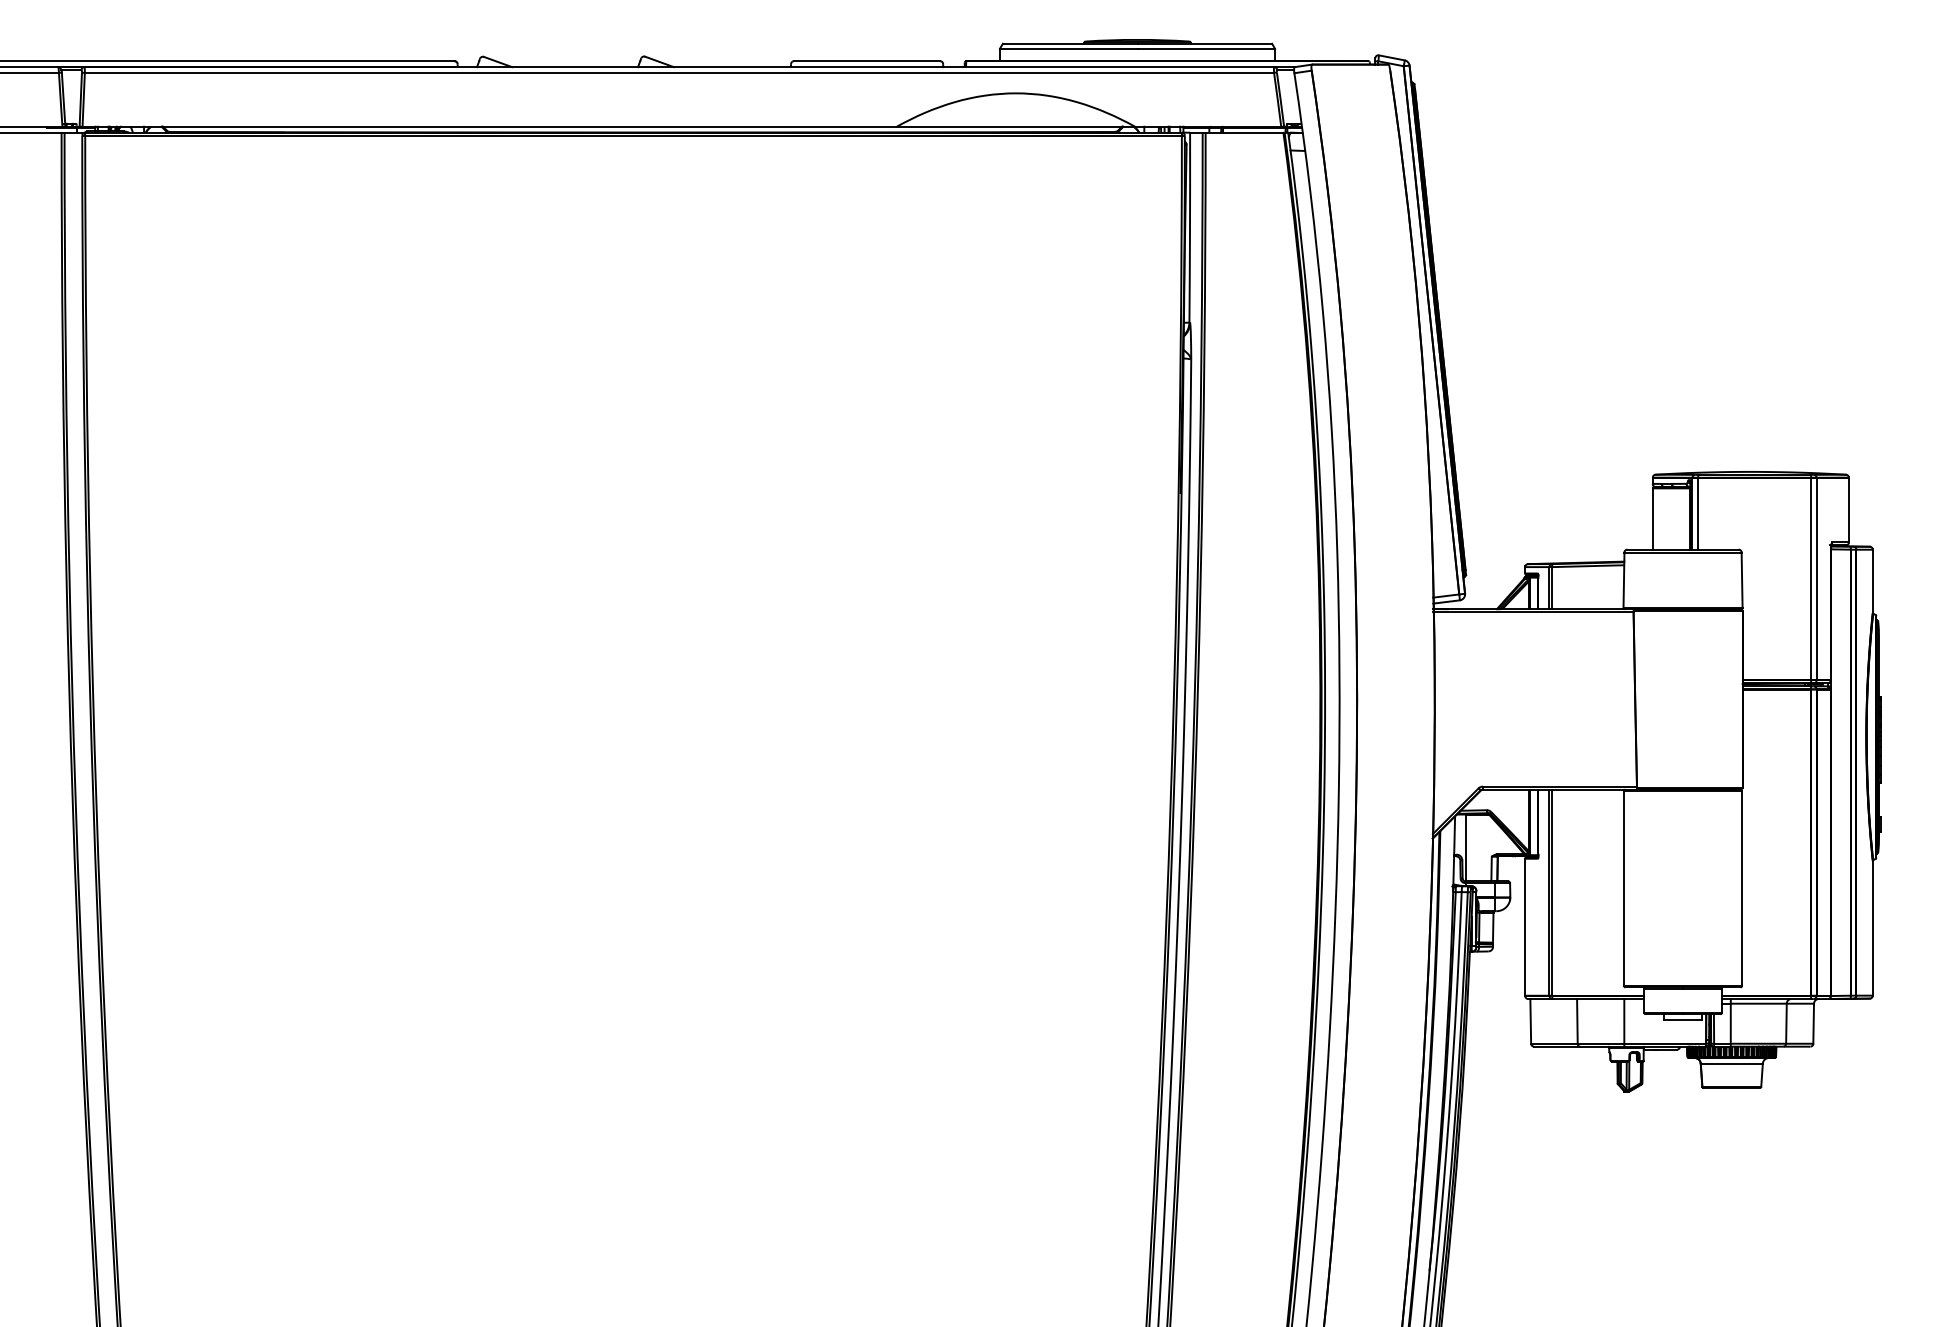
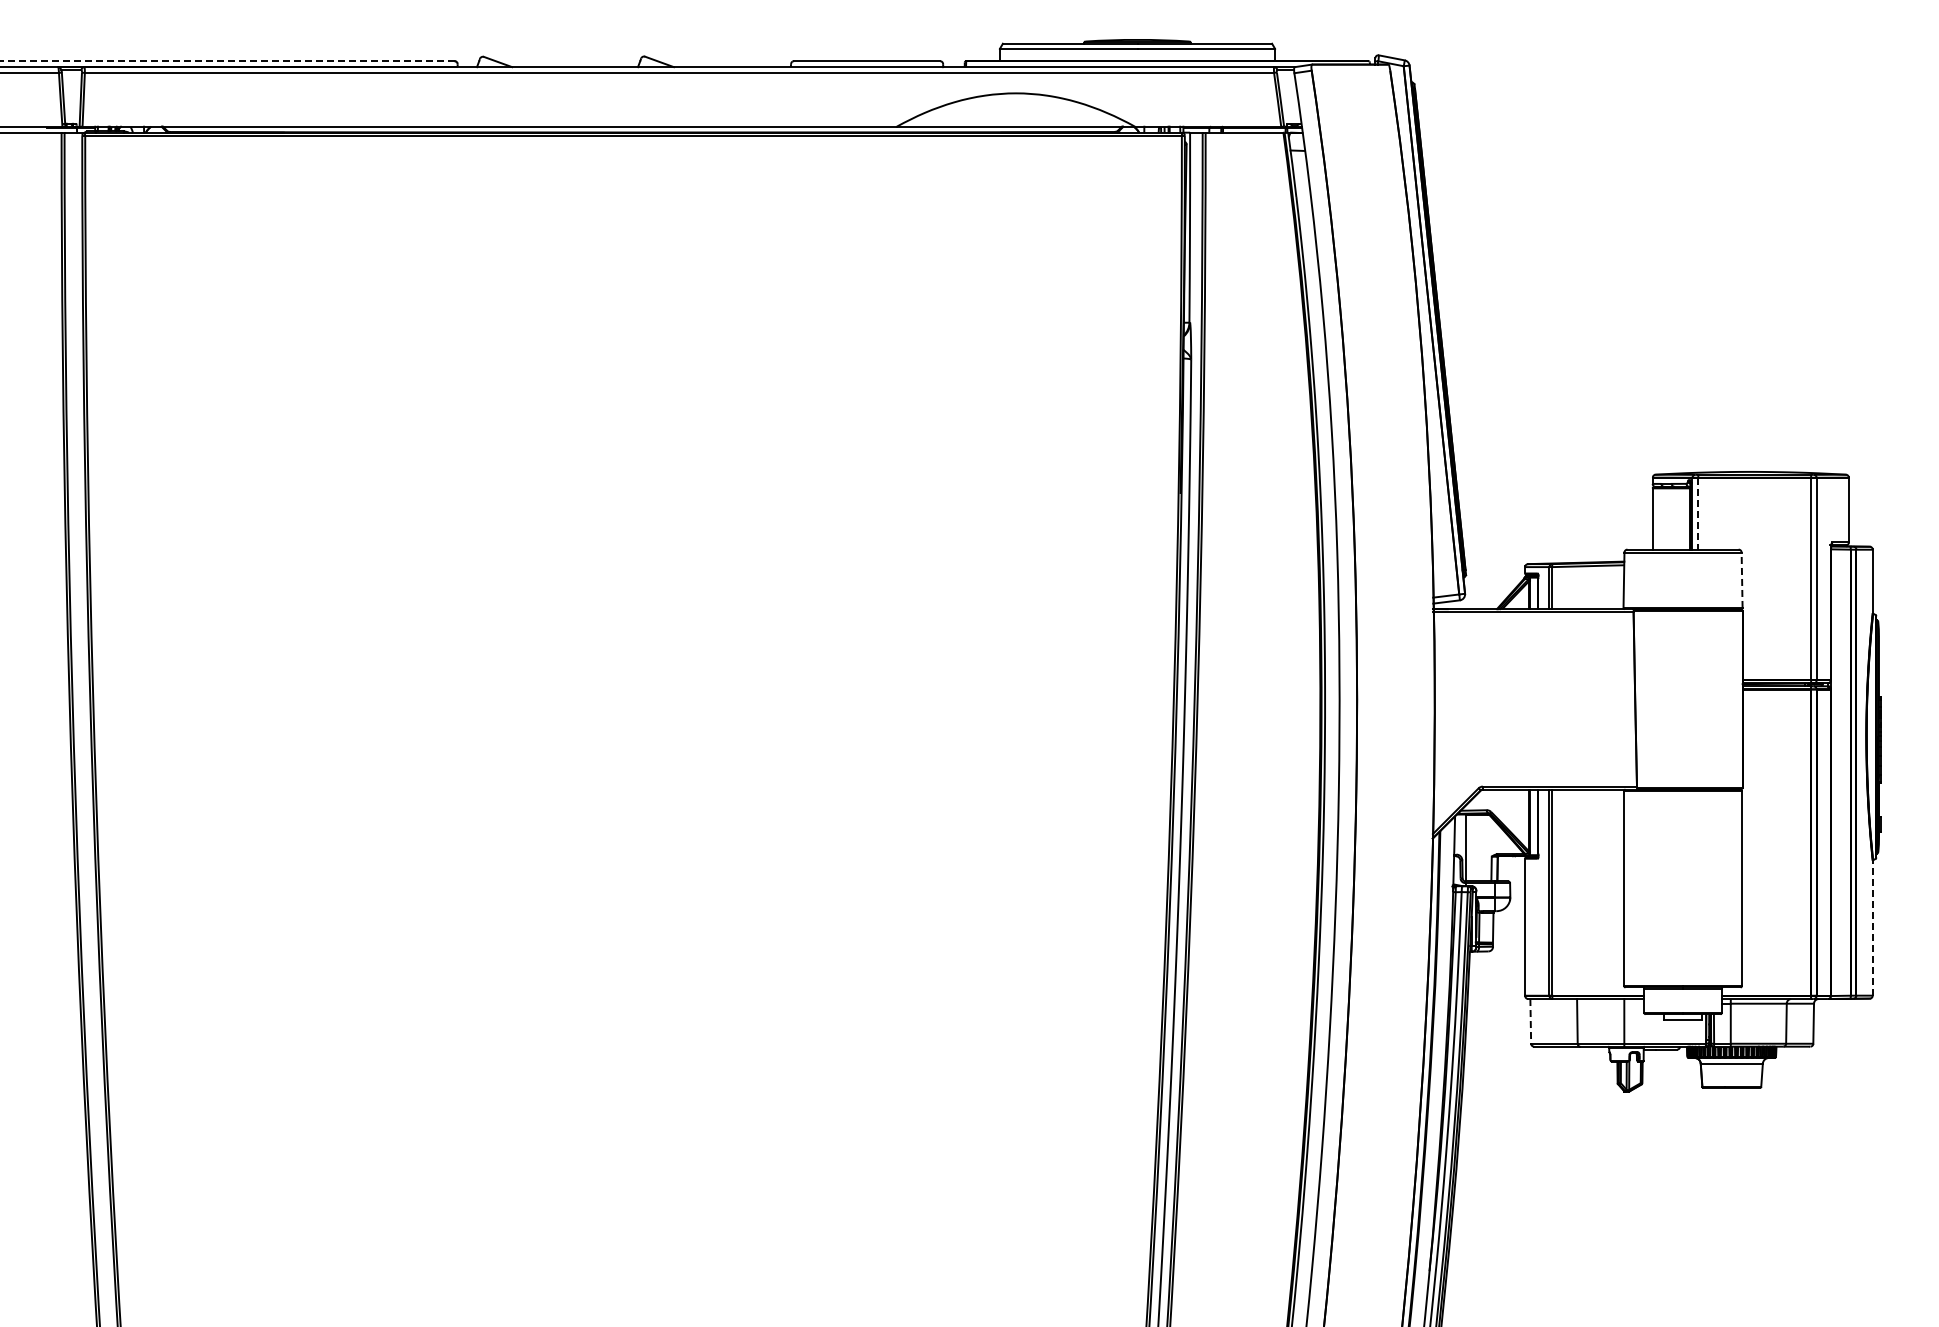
line at (228, 61): solid -> dashed
line at (1698, 513): solid -> dashed
line at (1742, 580): solid -> dashed
line at (1872, 928): solid -> dashed
line at (1530, 1021): solid -> dashed
